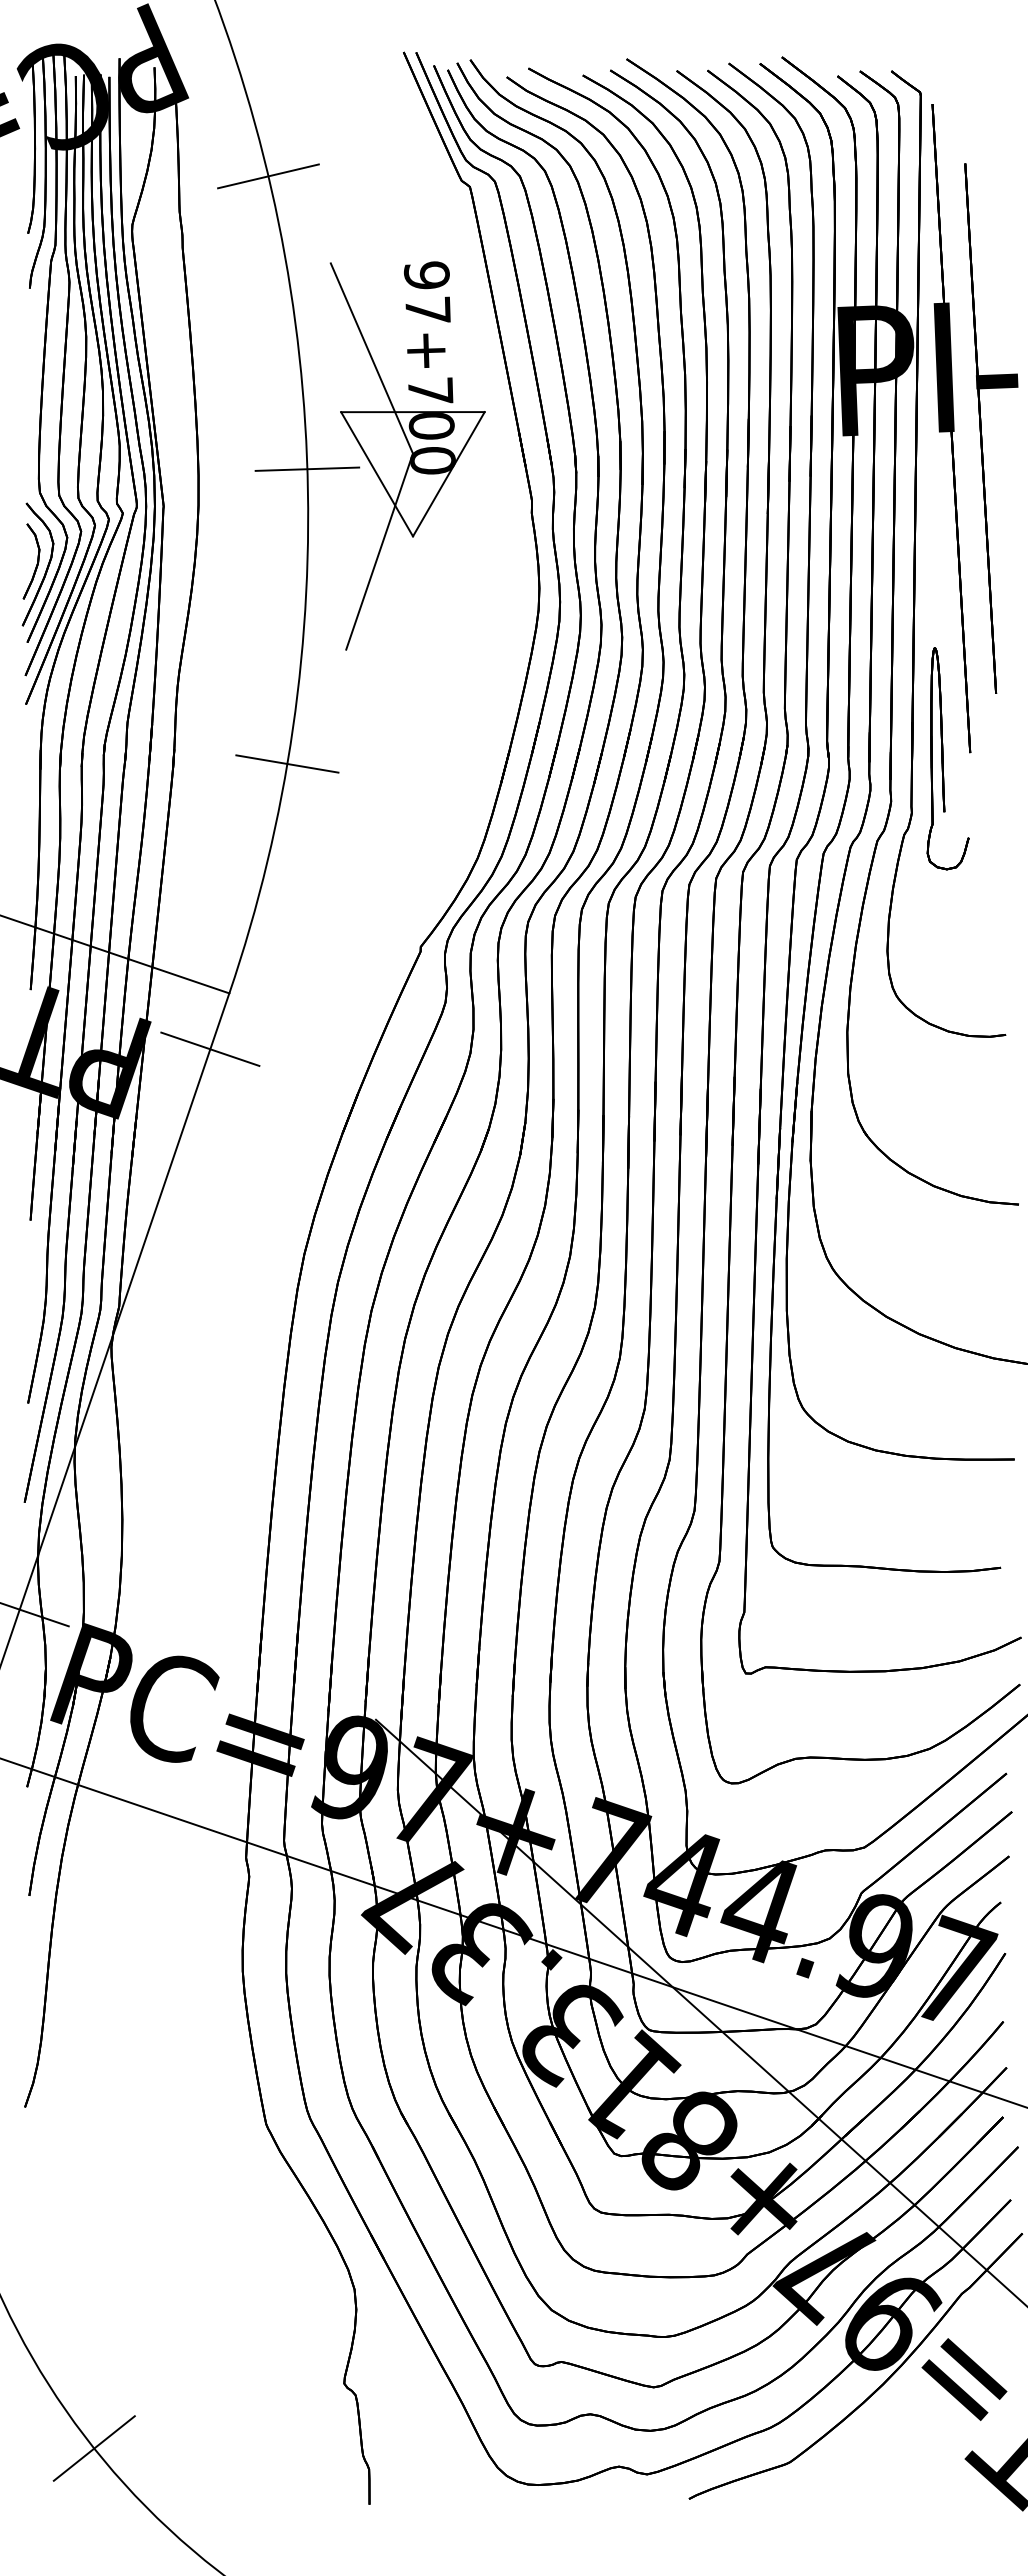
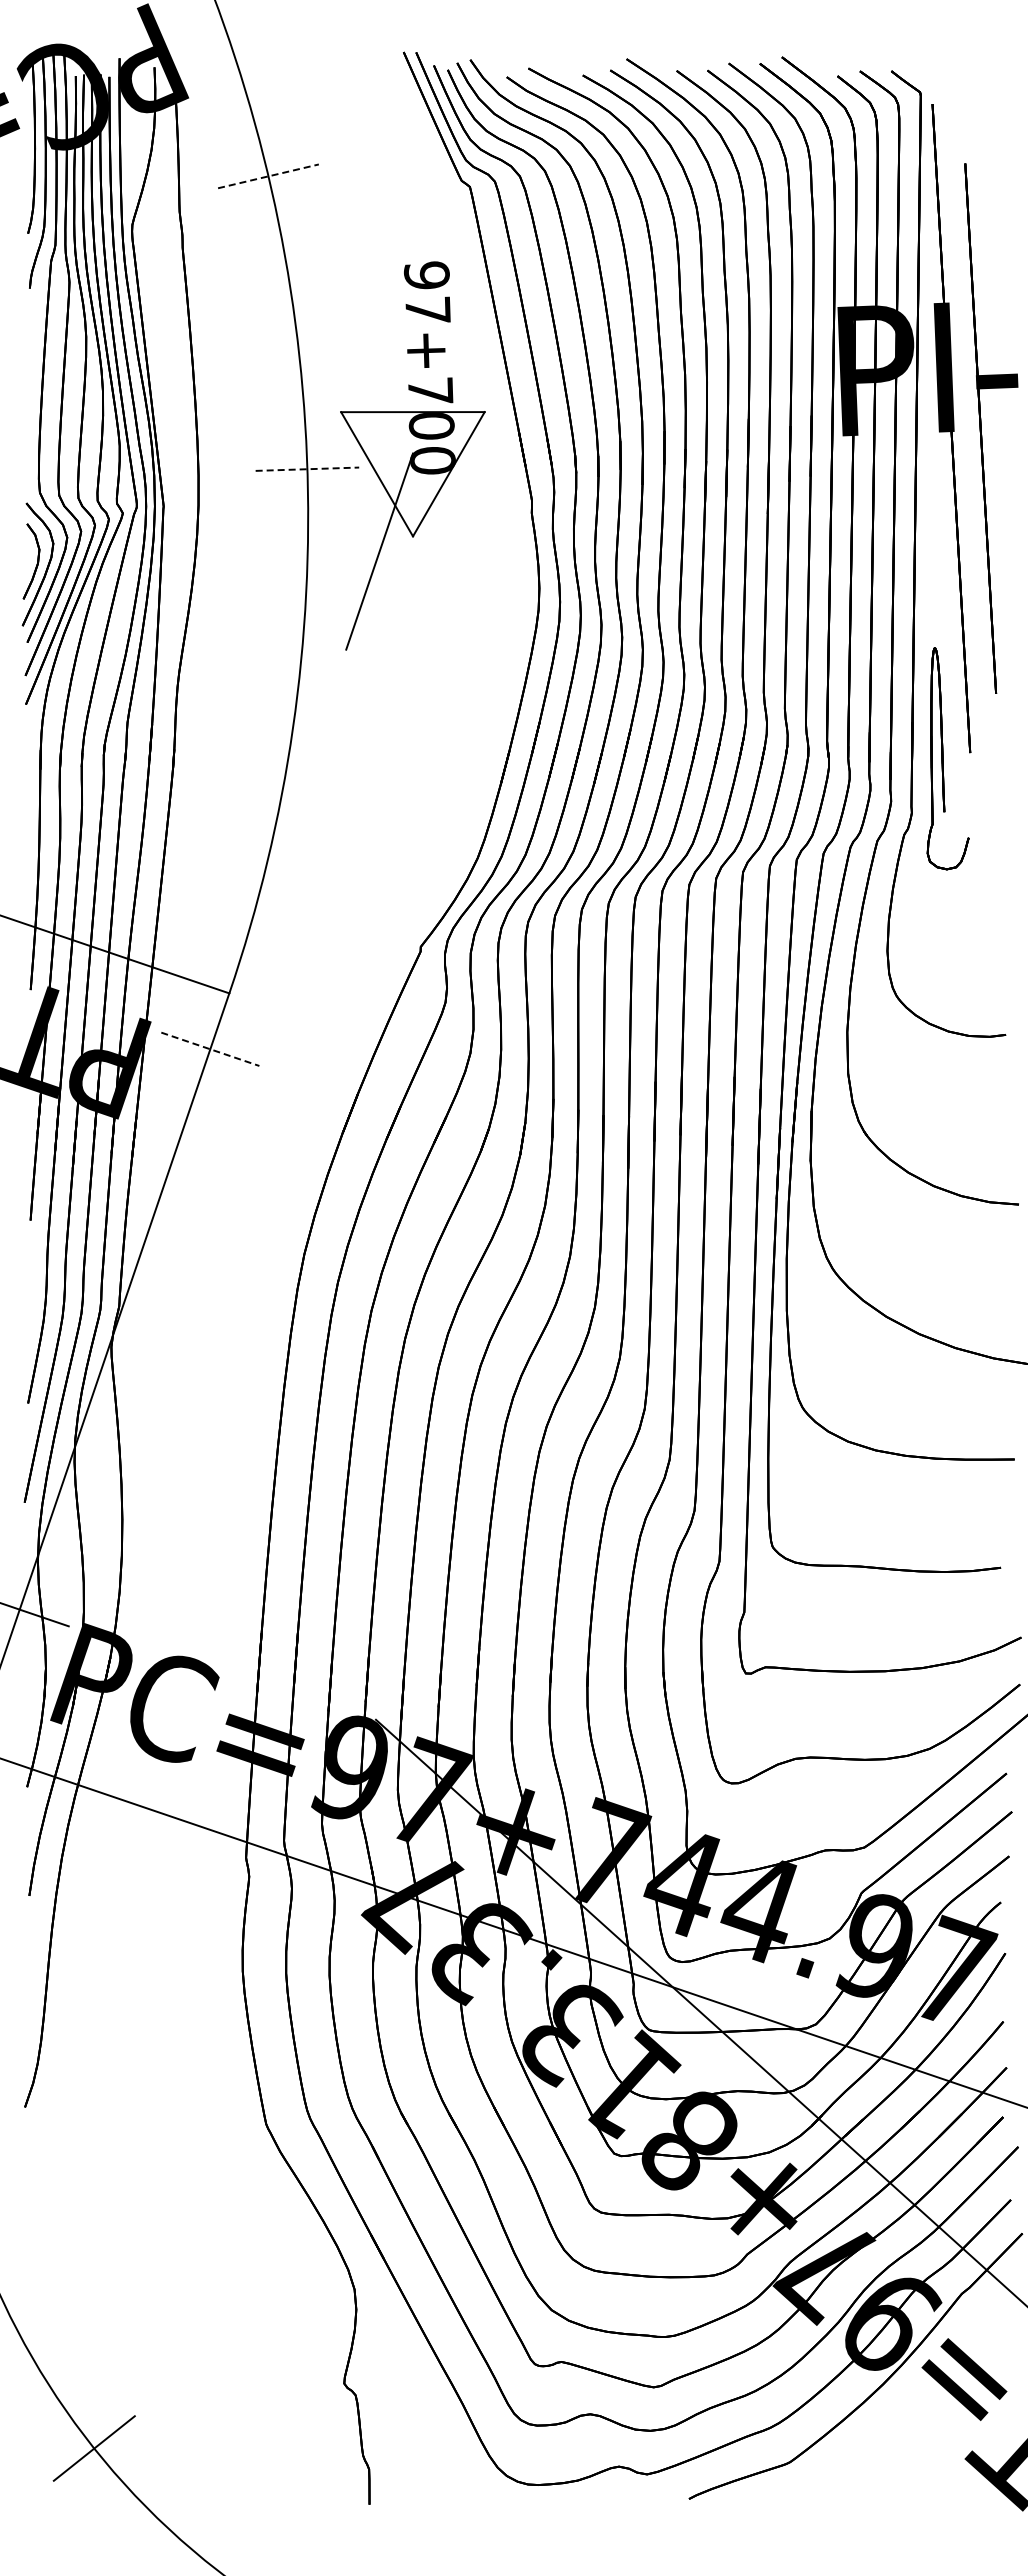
line at (268, 176): solid -> dashed
line at (371, 358): present -> none
line at (307, 469): solid -> dashed
line at (287, 763): present -> none
line at (210, 1049): solid -> dashed
